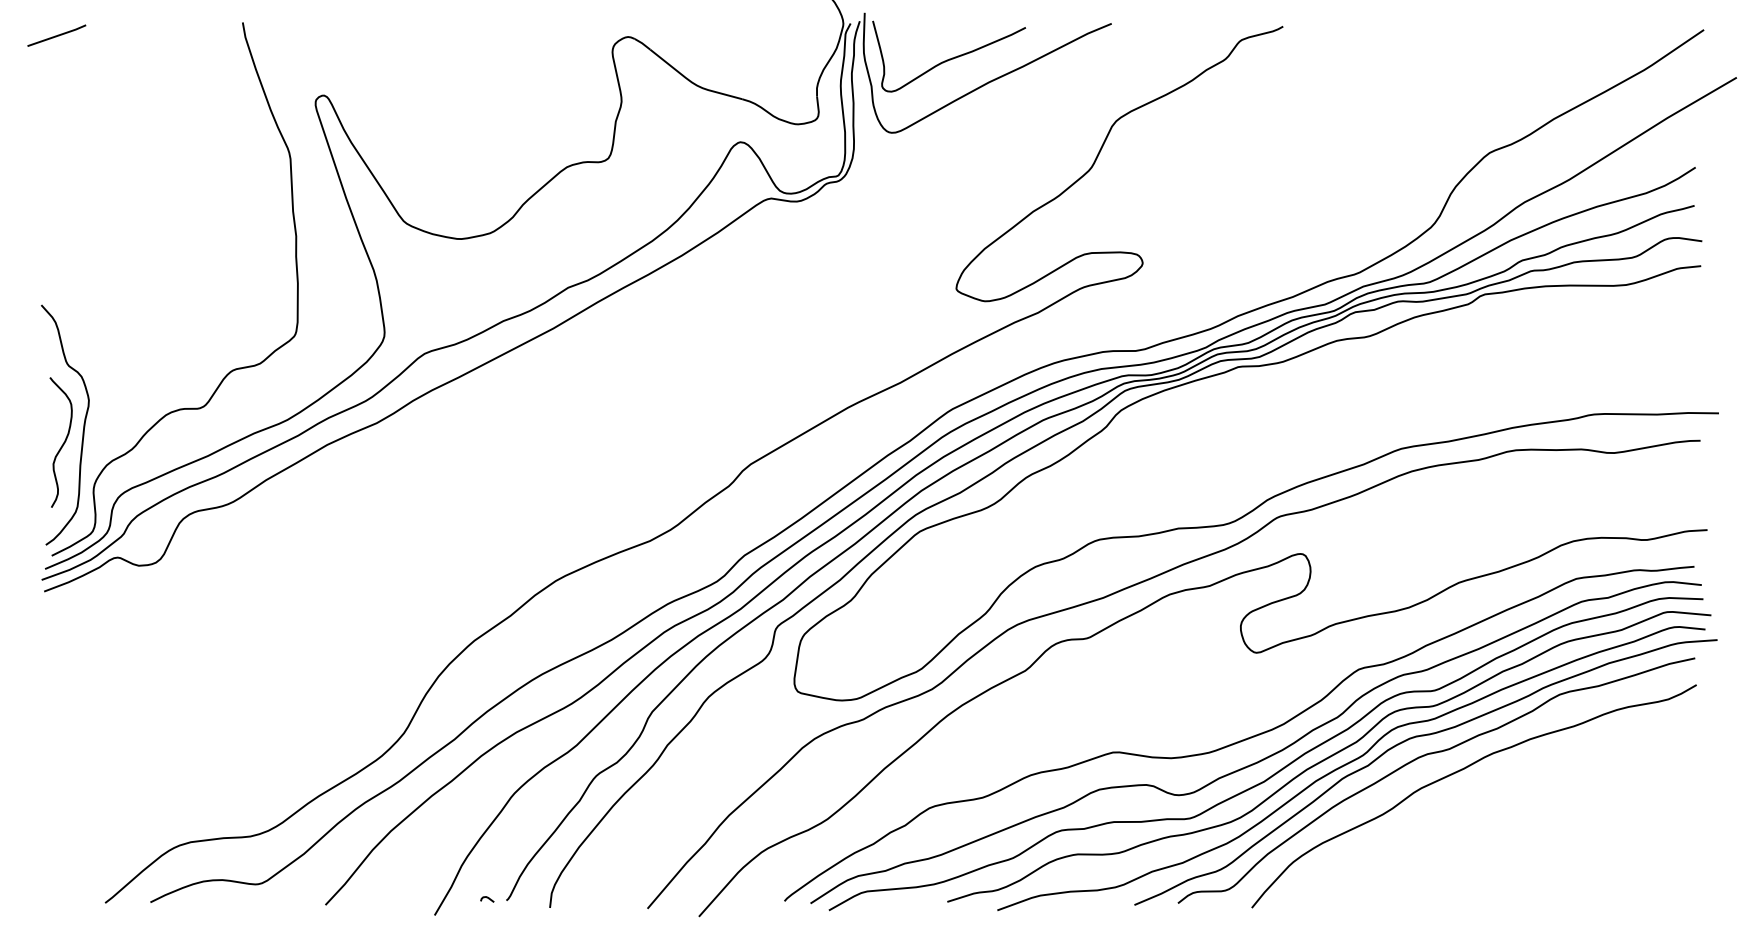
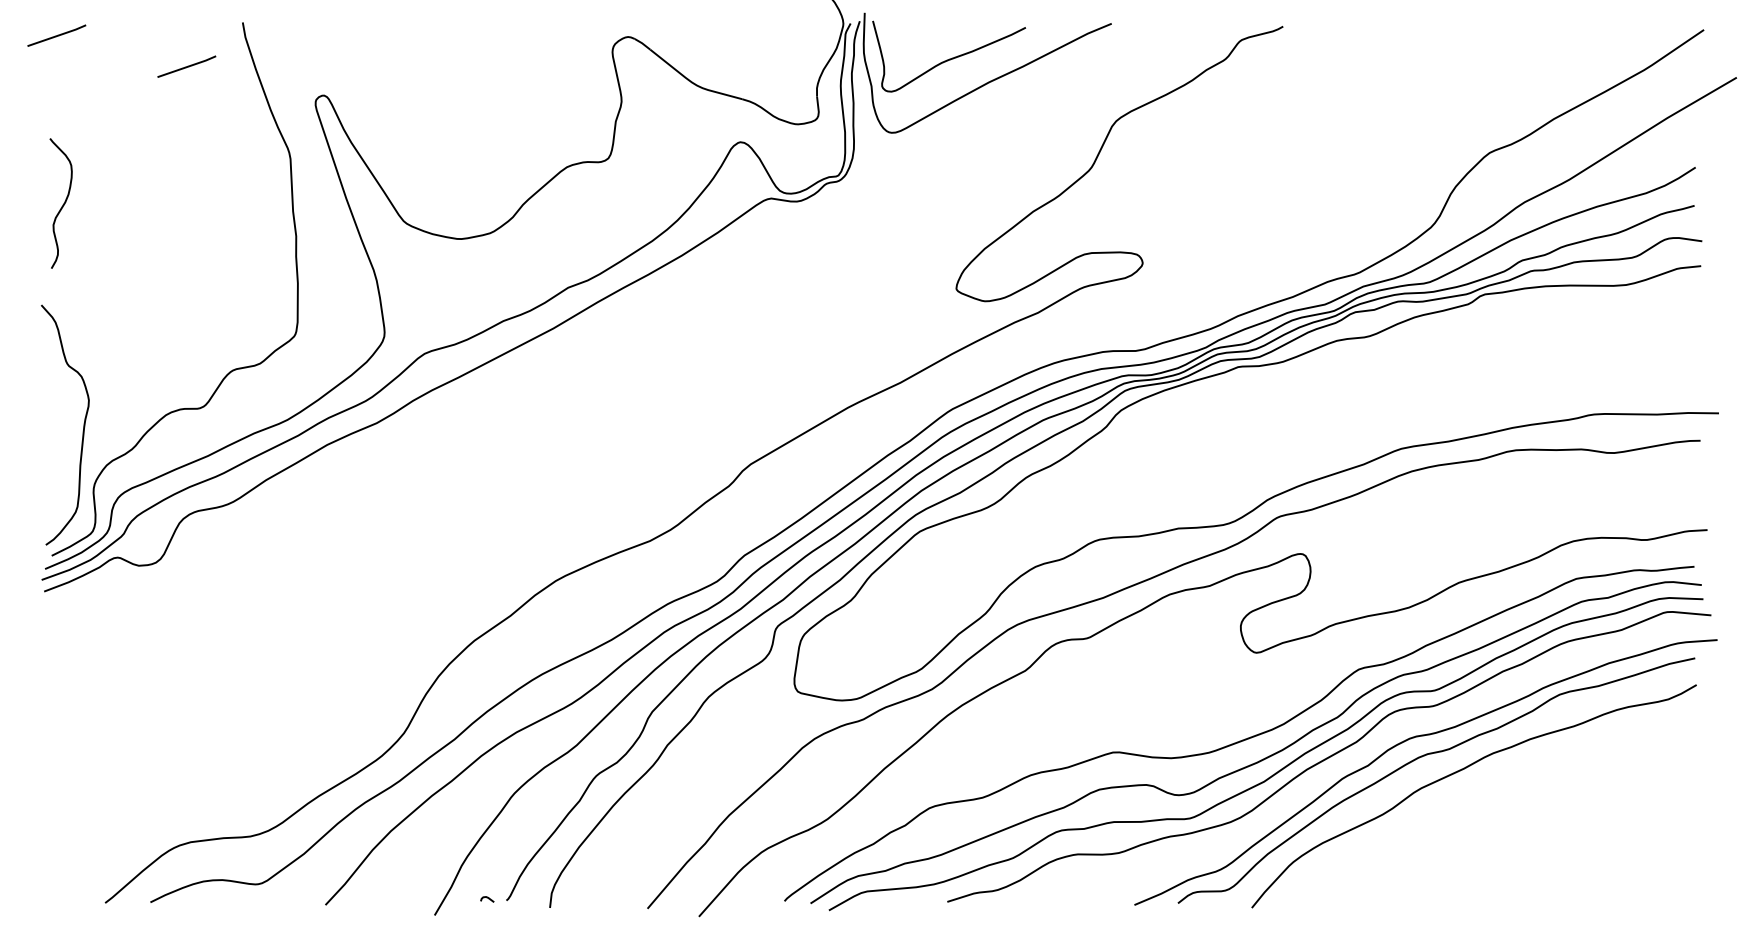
line at (186, 66): none -> present
curve at (62, 443) position: (62, 443) -> (62, 204)
curve at (1348, 764): present -> none
